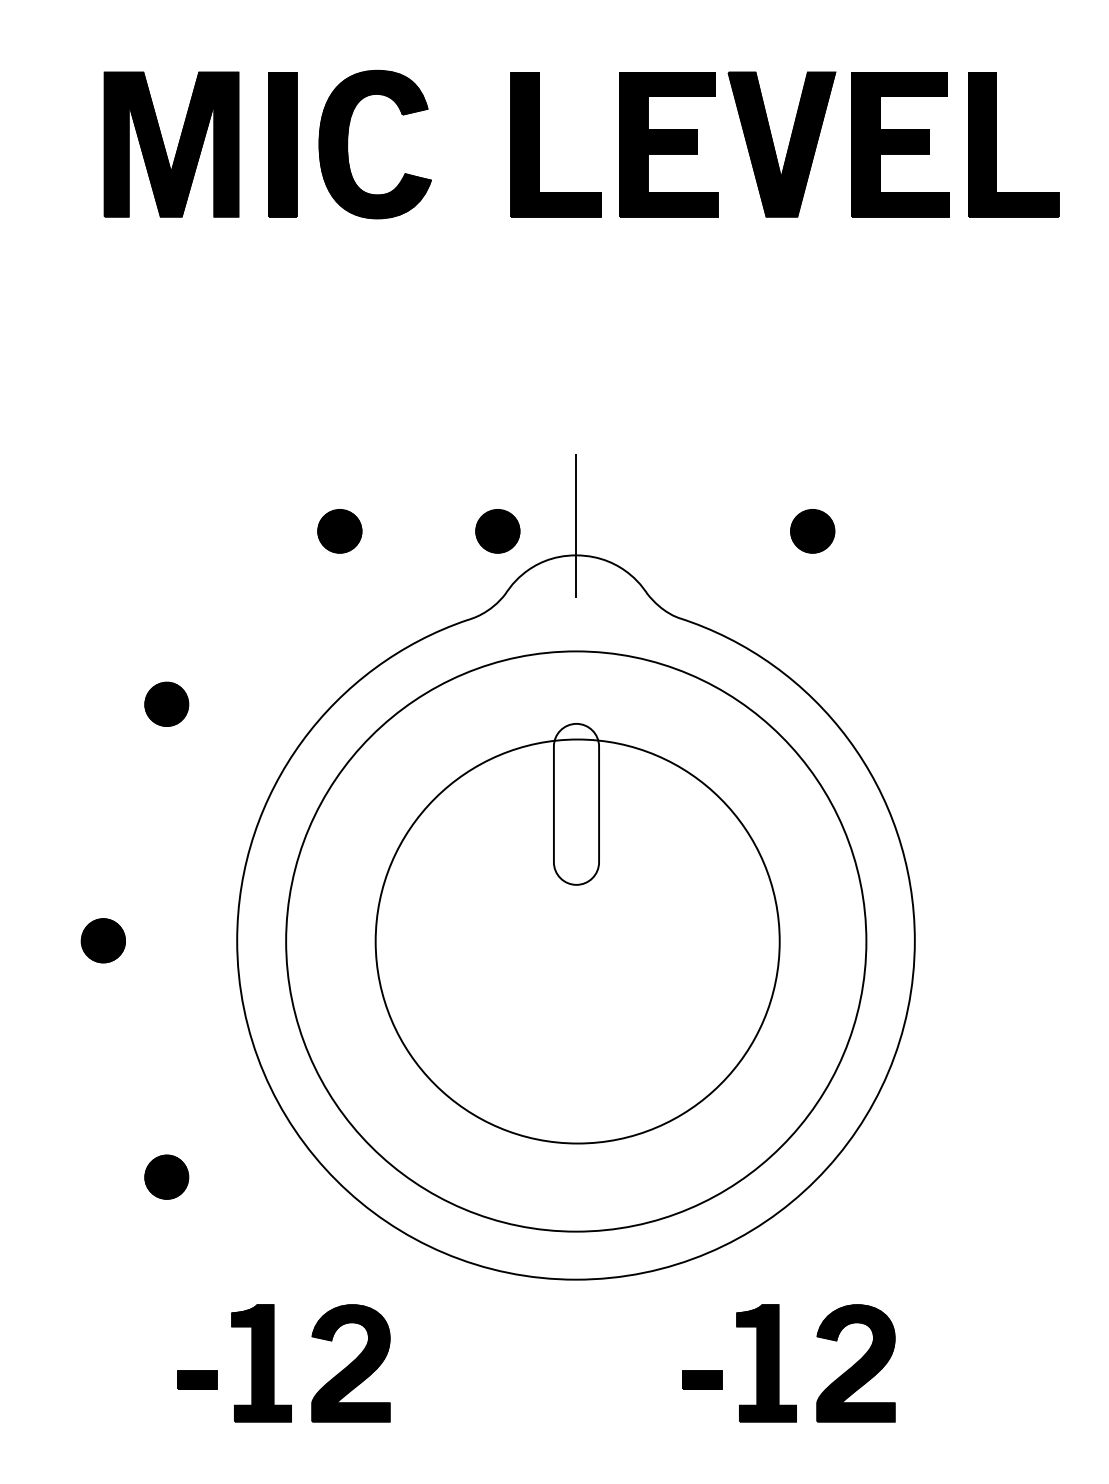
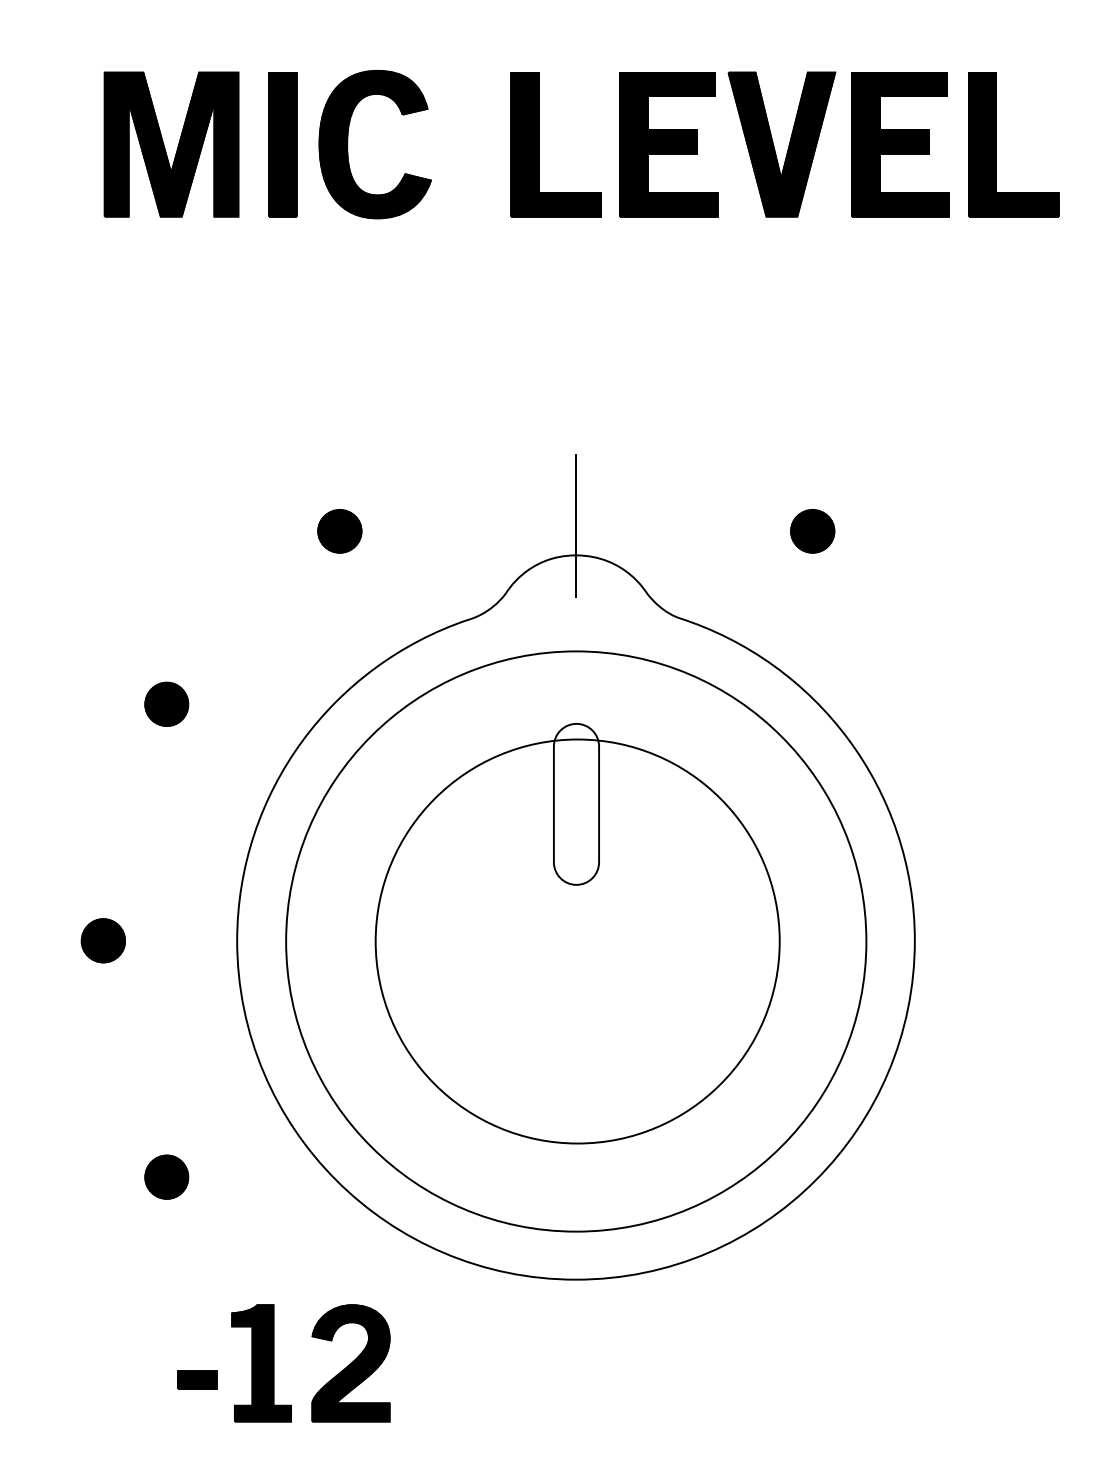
part at (497, 531): present -> none
part at (779, 1363): present -> none
